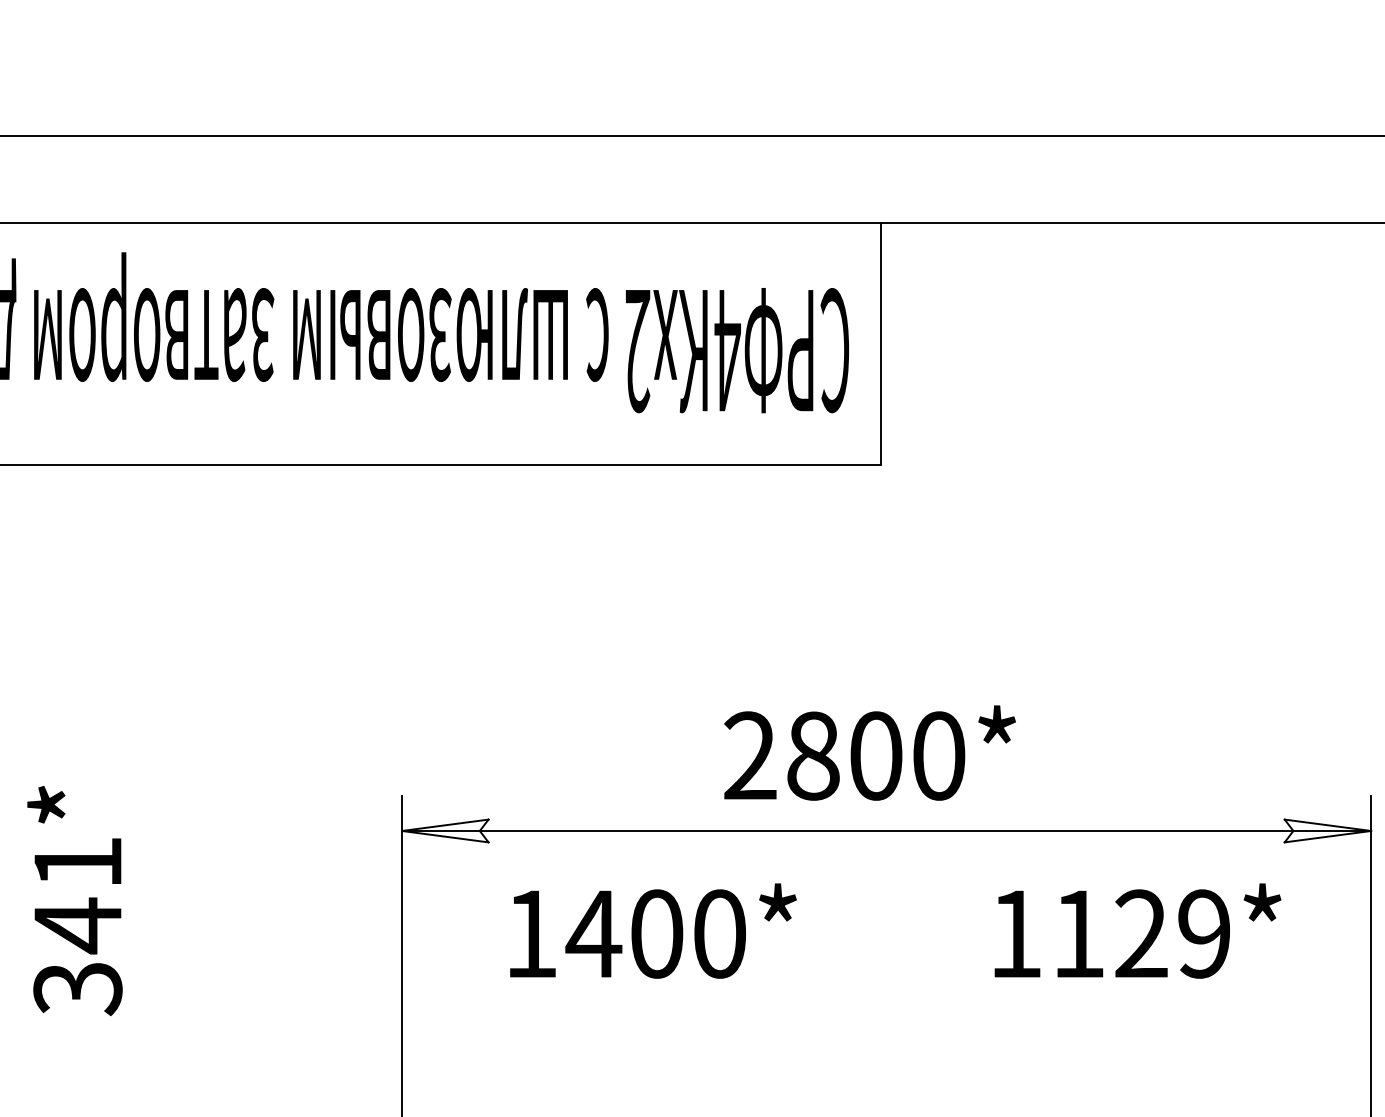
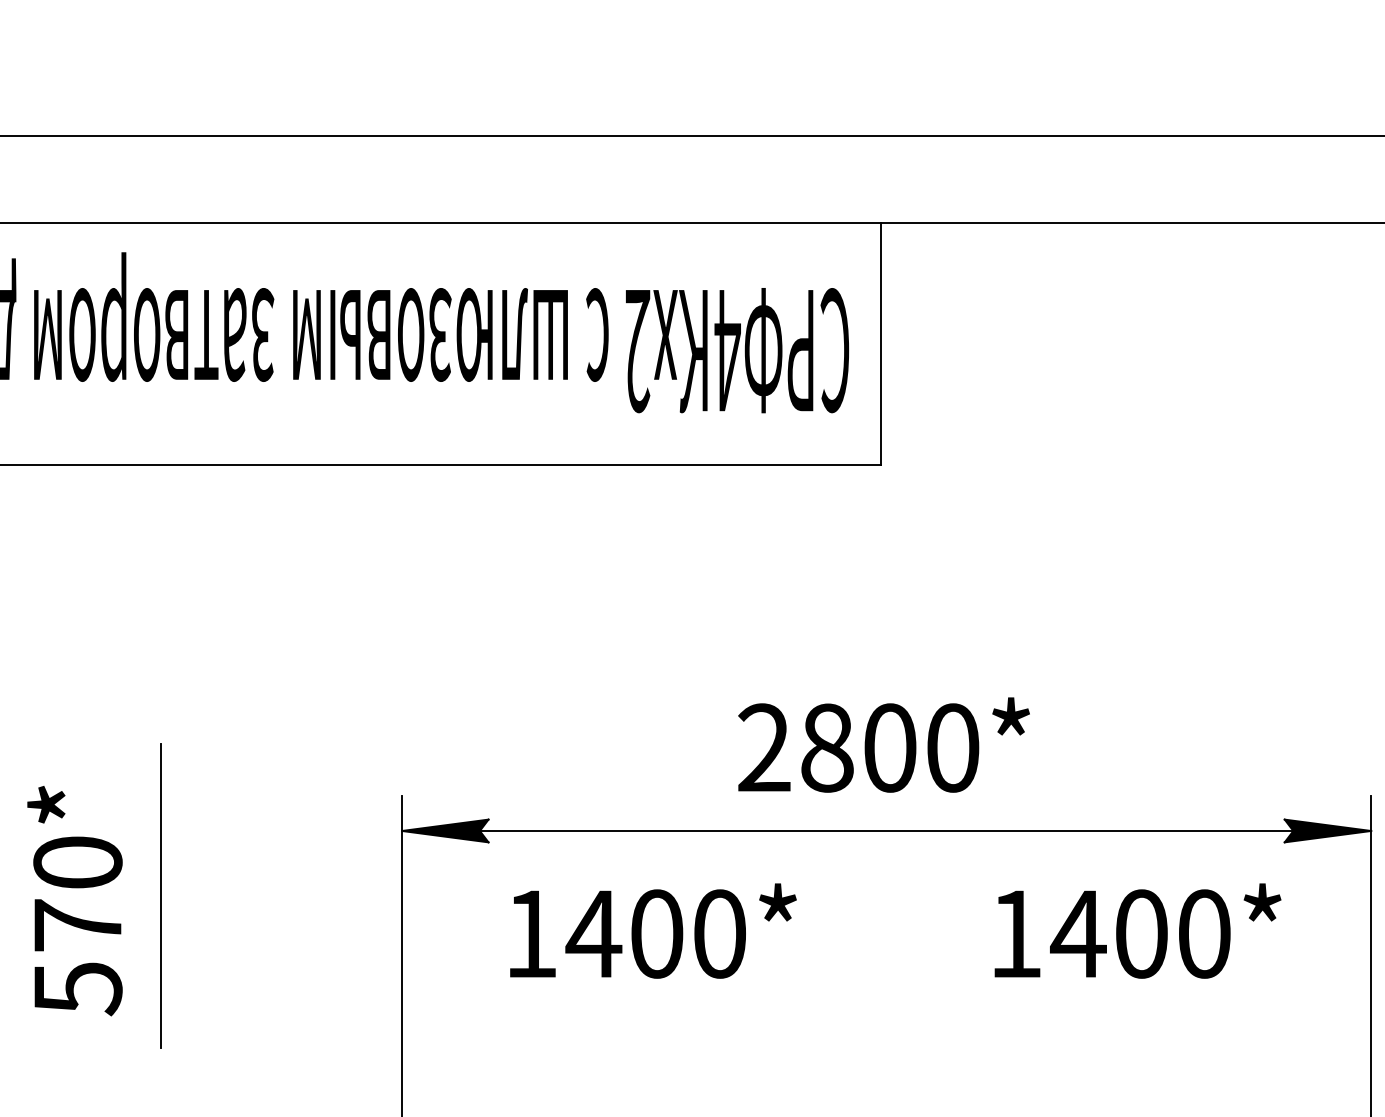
text at (869, 752) position: (869, 752) -> (883, 744)
fill at (445, 830): none -> present
fill at (1327, 830): none -> present
line at (160, 896): none -> present
text at (77, 926): 341* -> 570*
text at (1140, 933): 1129* -> 1400*
